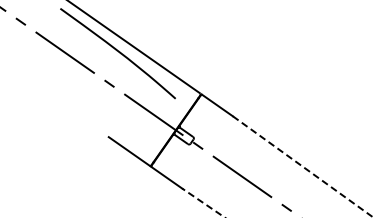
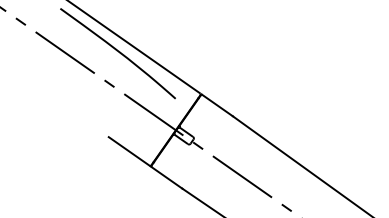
line at (303, 167): dashed -> solid
line at (203, 203): dashed -> solid
